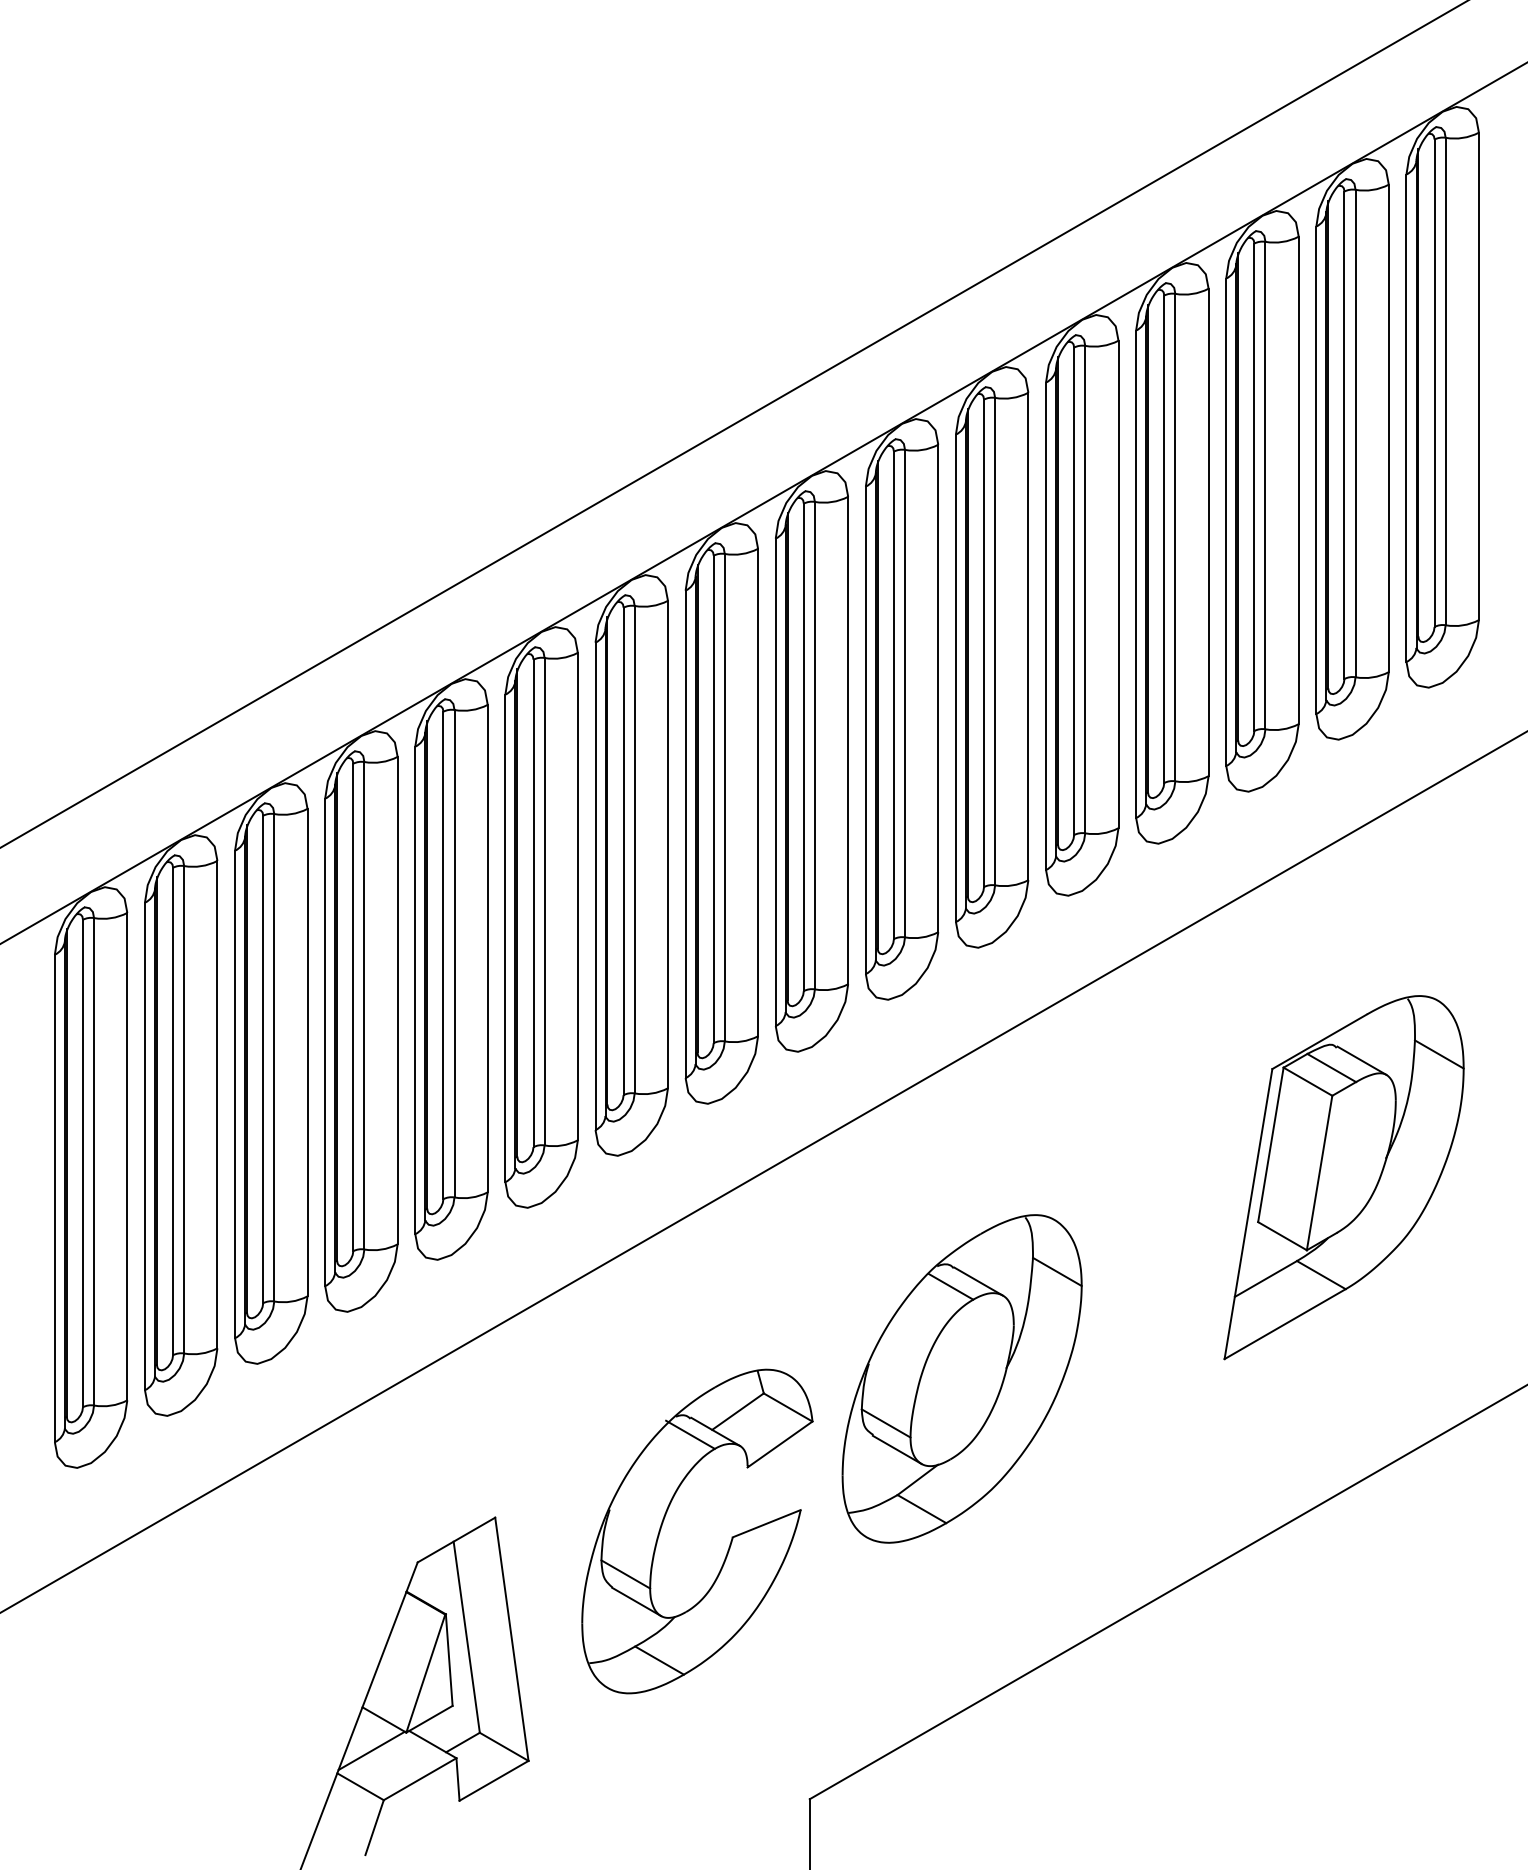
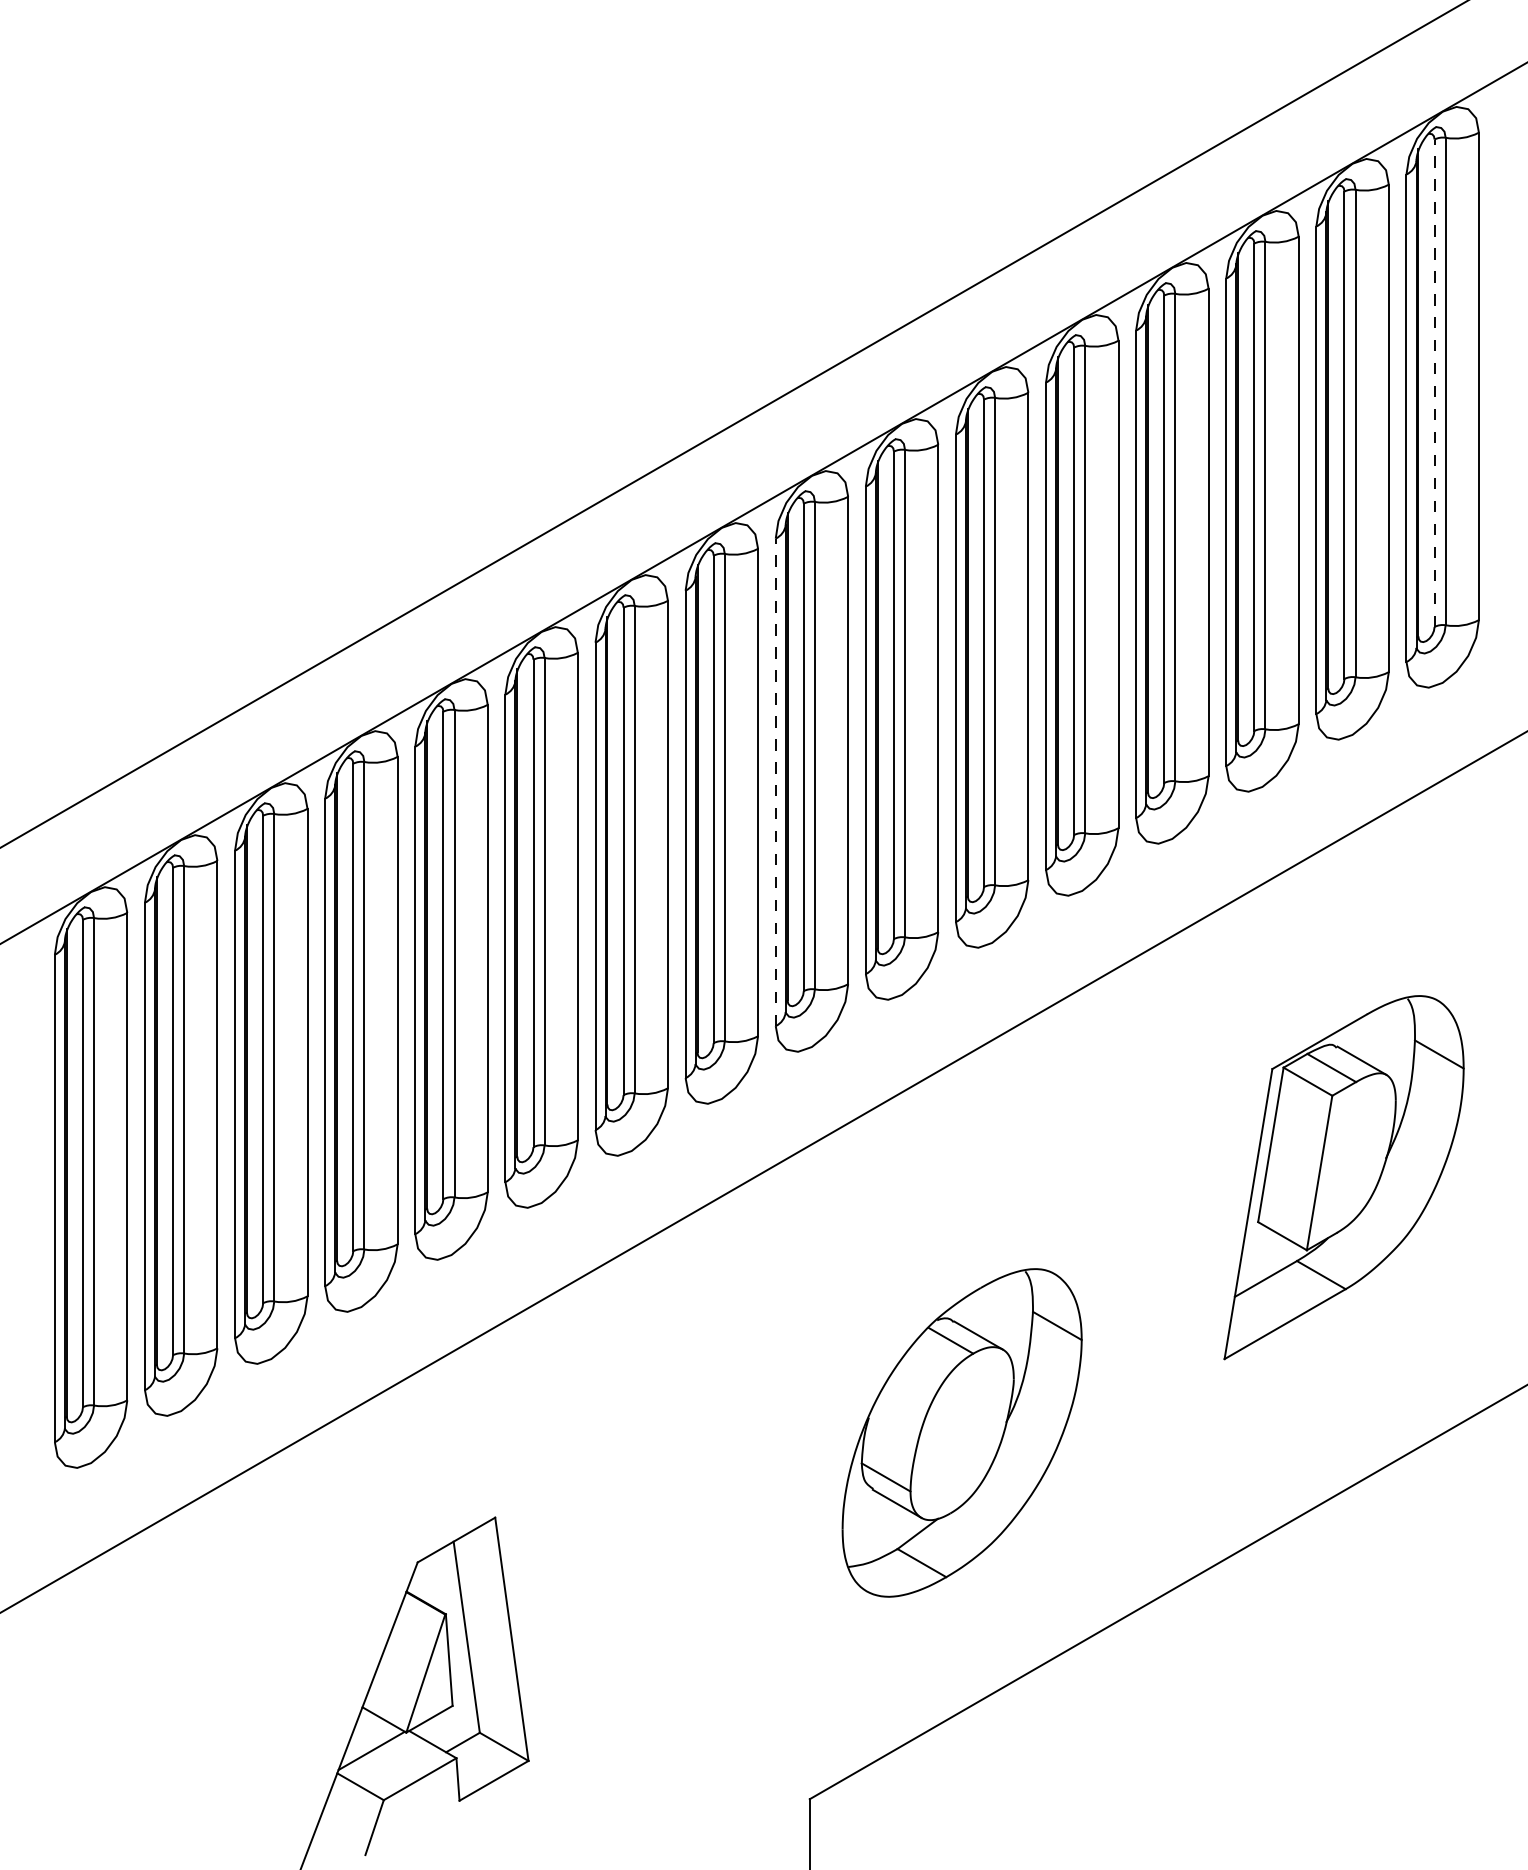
line at (1434, 383): solid -> dashed
line at (775, 782): solid -> dashed
part at (961, 1378) position: (961, 1378) -> (961, 1432)
part at (730, 1541): present -> none
